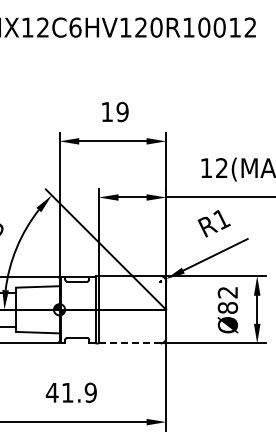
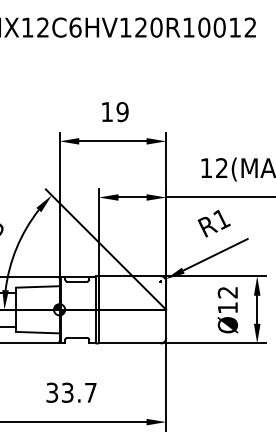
text at (227, 307): Ø82 -> Ø12
line at (129, 343): dashed -> solid
text at (70, 392): 41.9 -> 33.7
